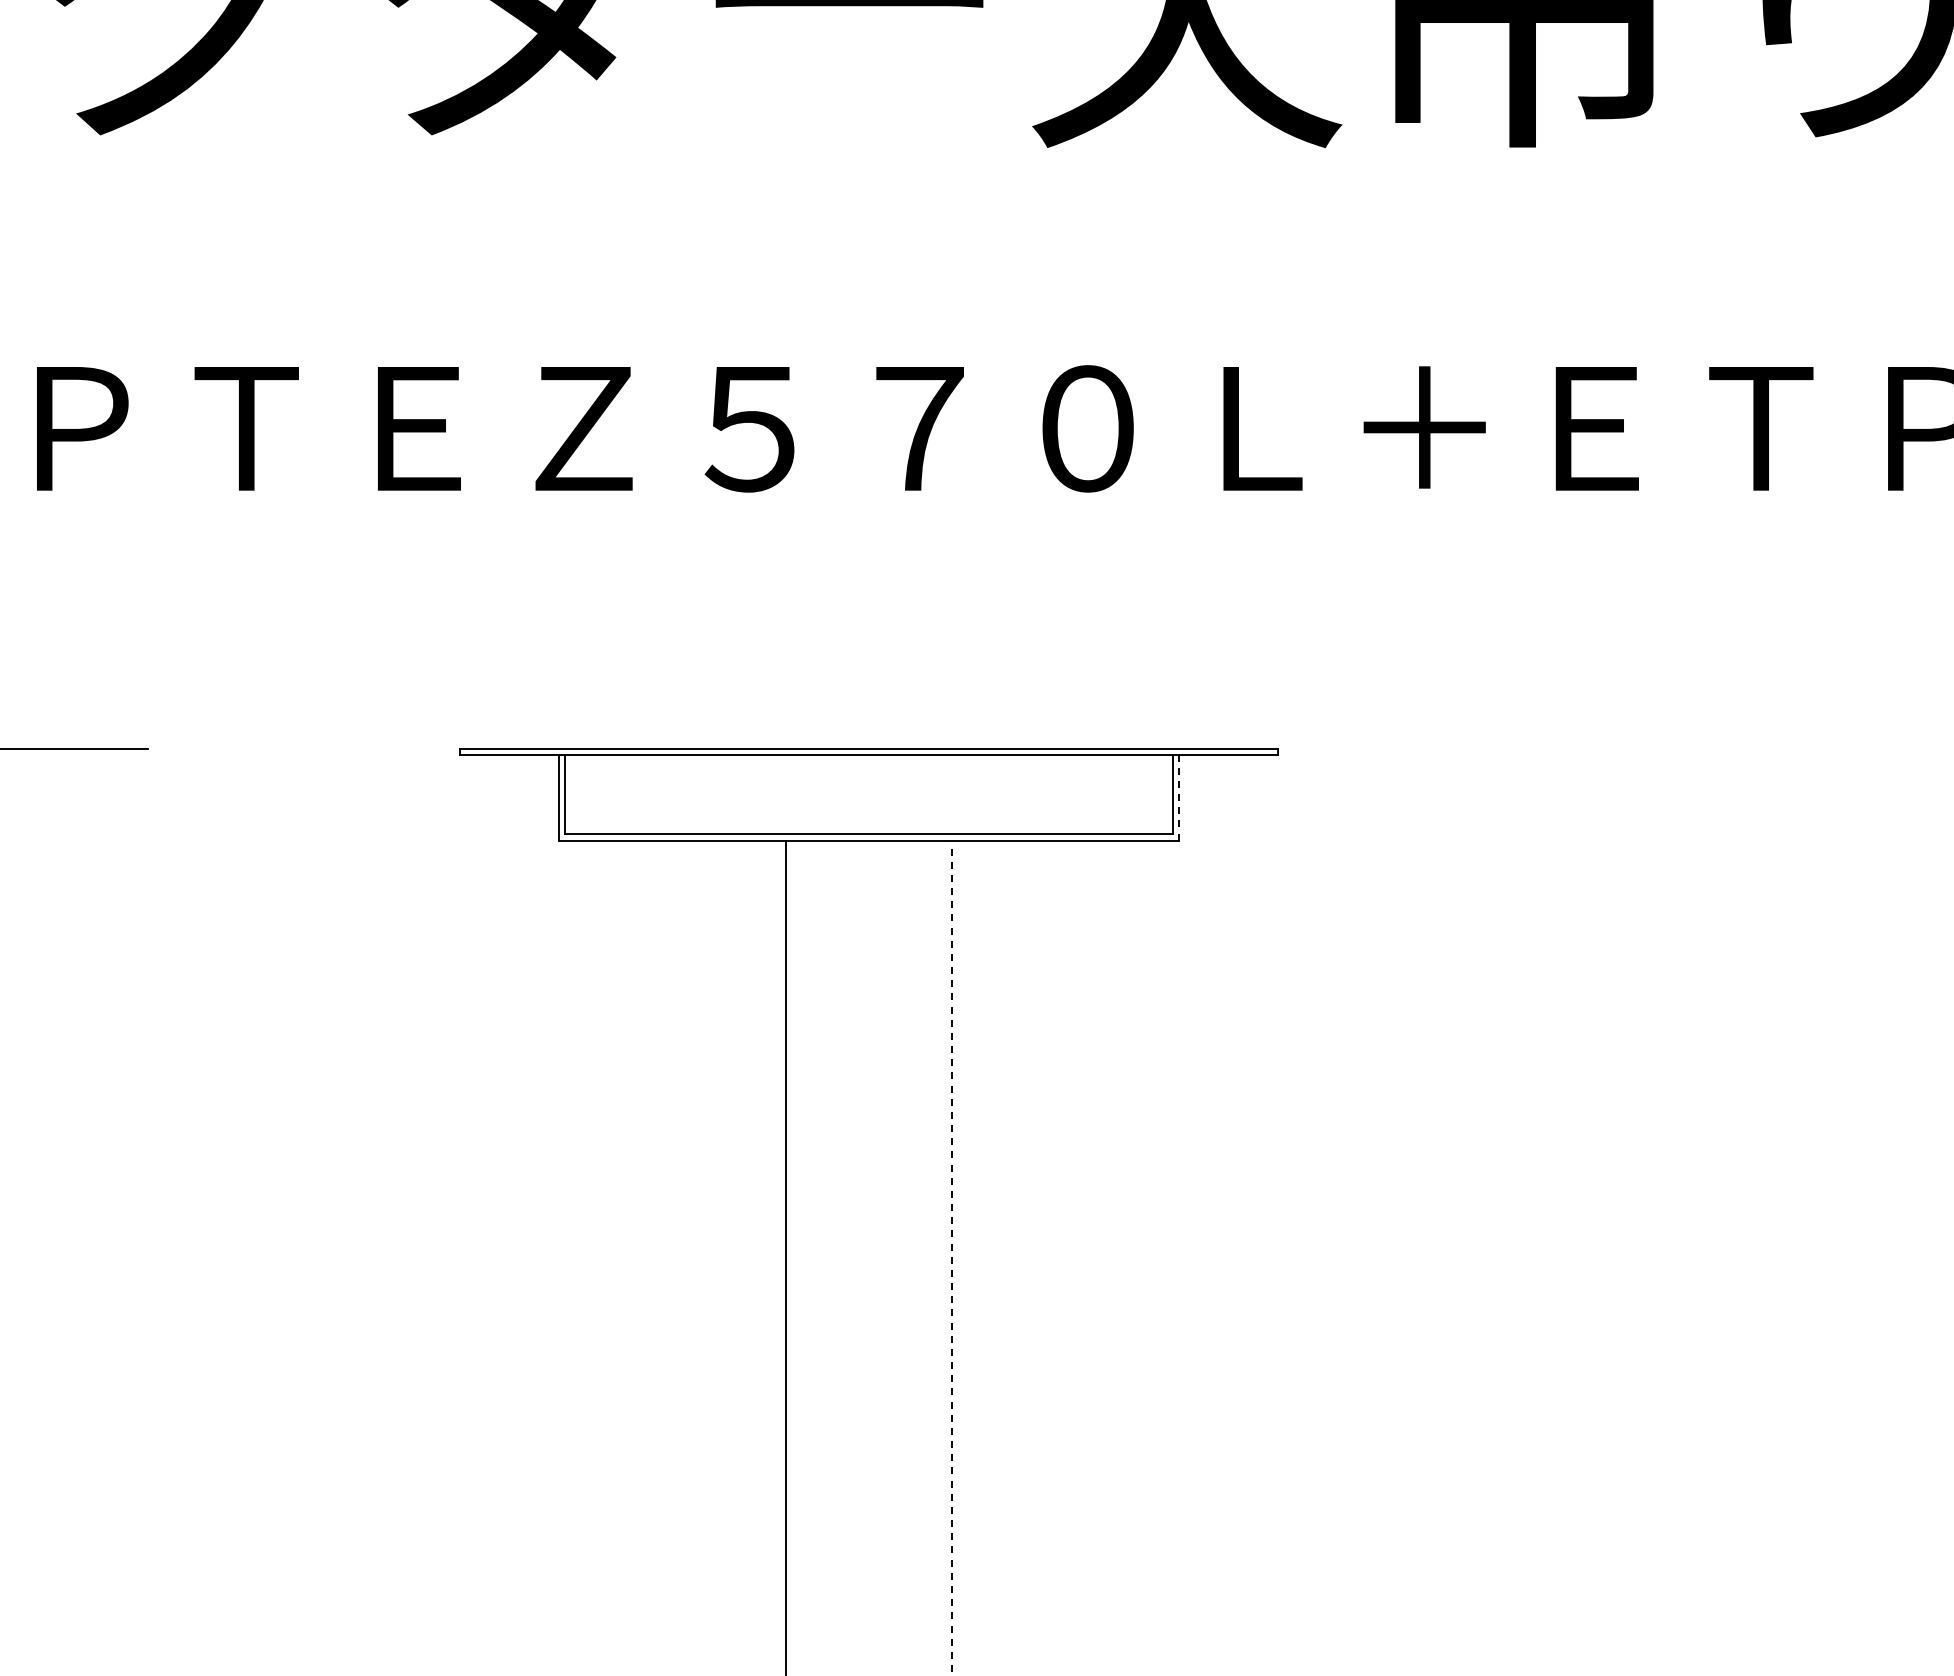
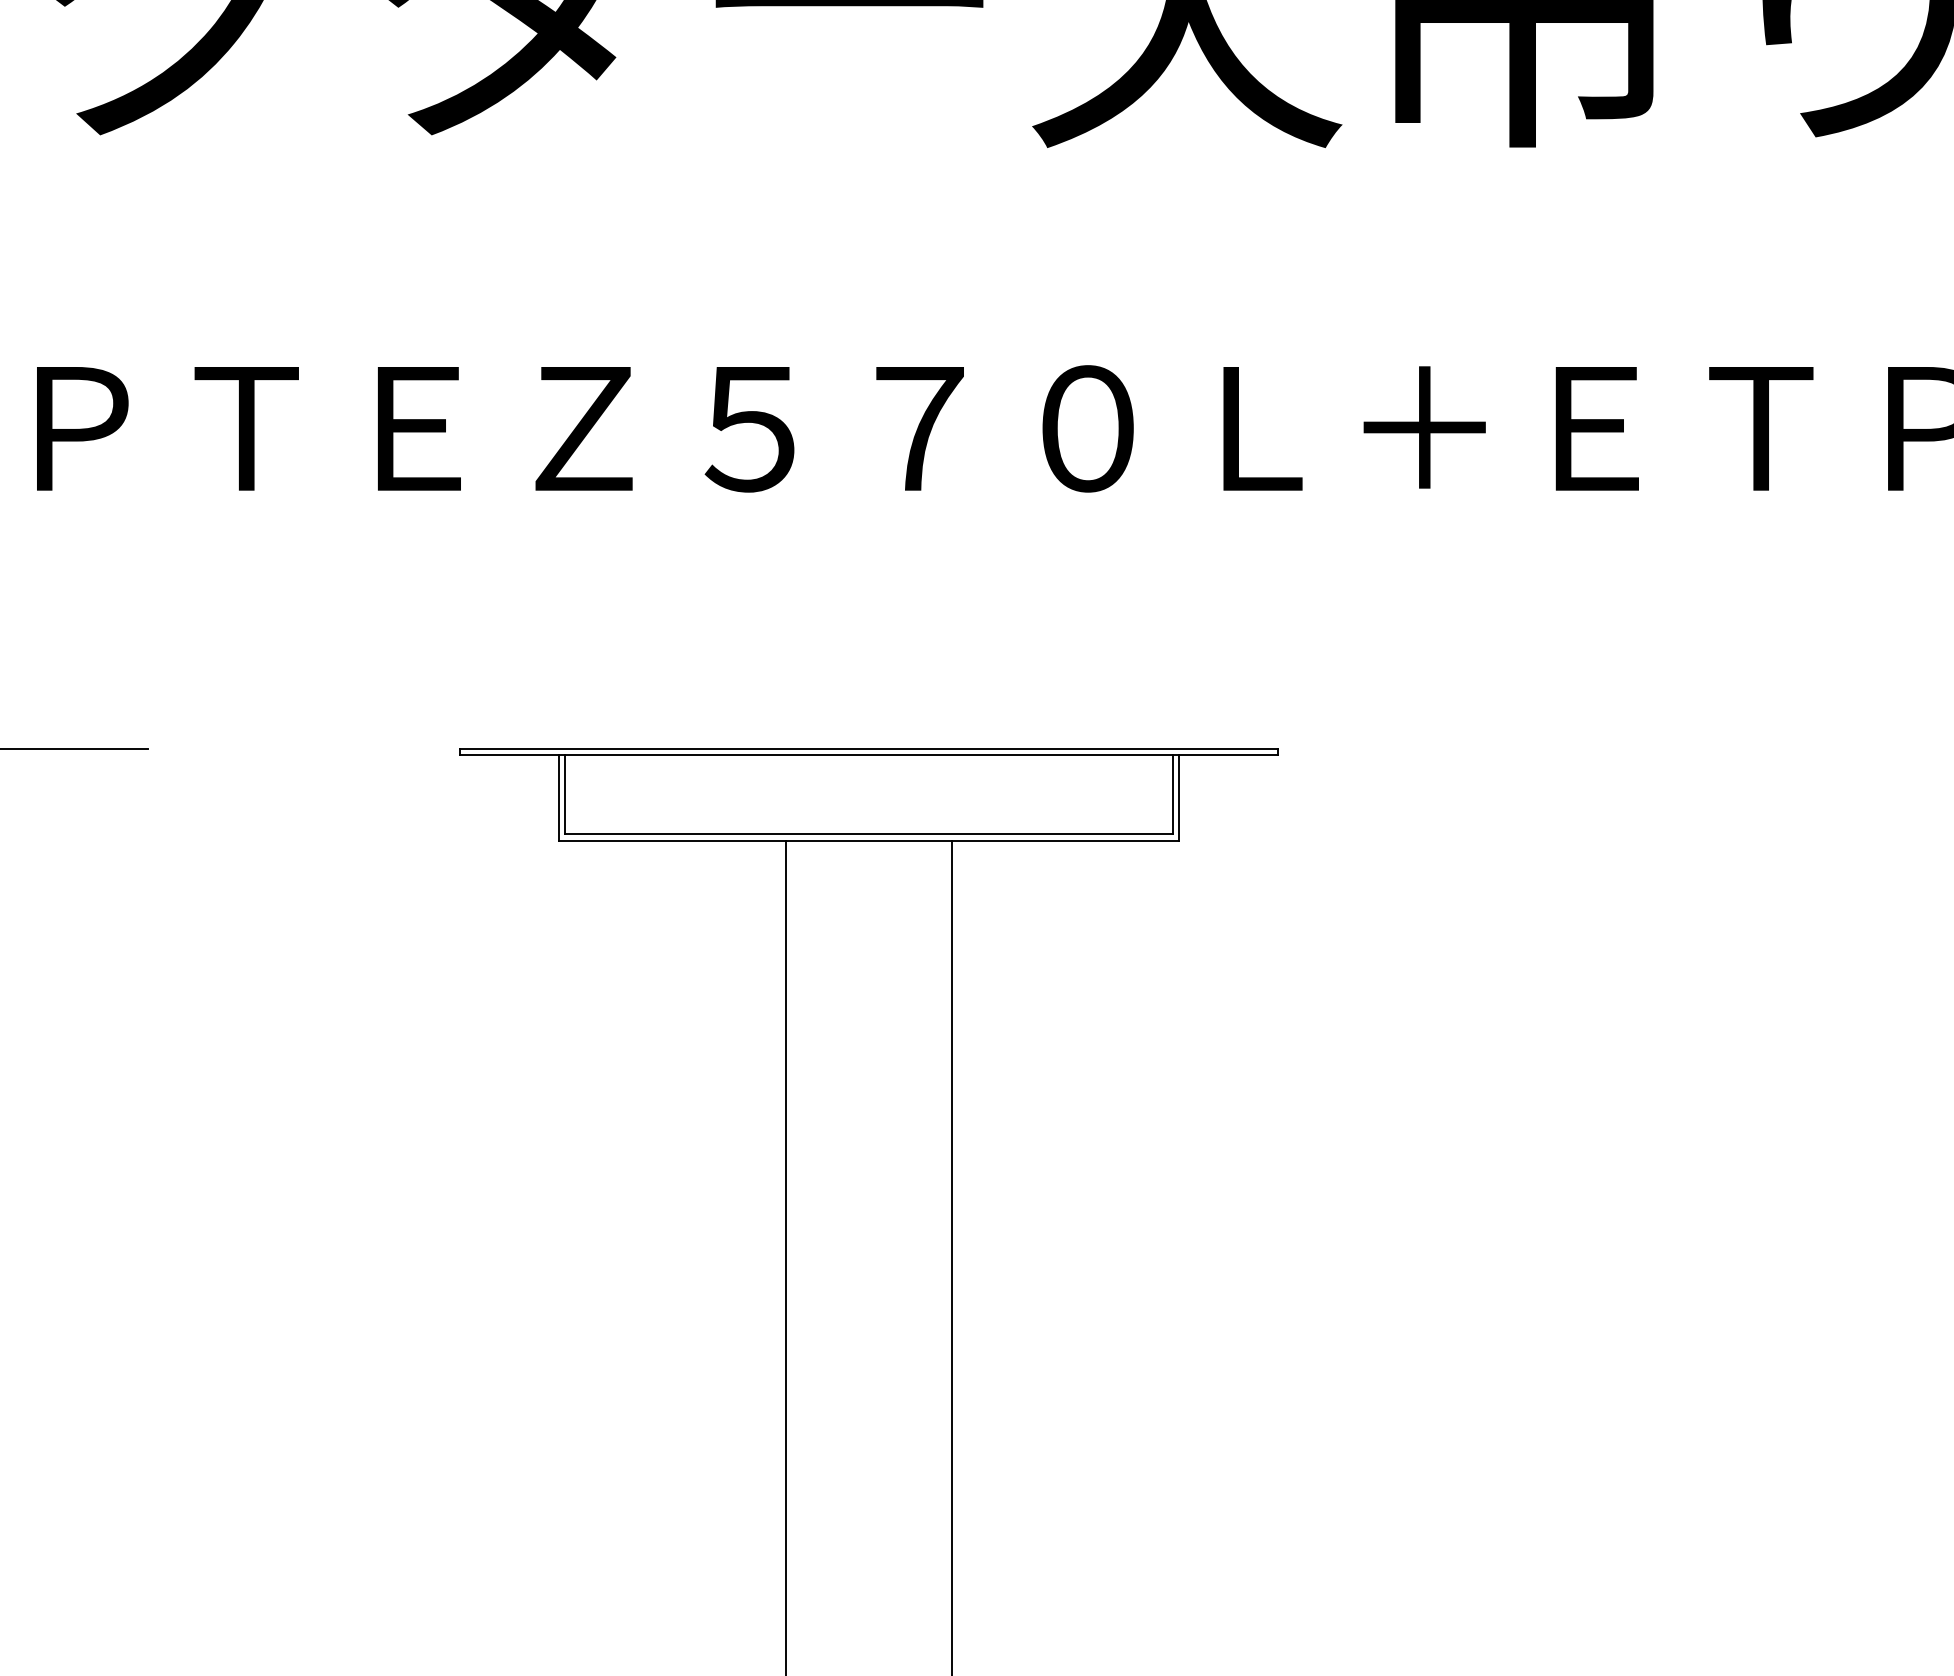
line at (1179, 797): dashed -> solid
line at (951, 1257): dashed -> solid
